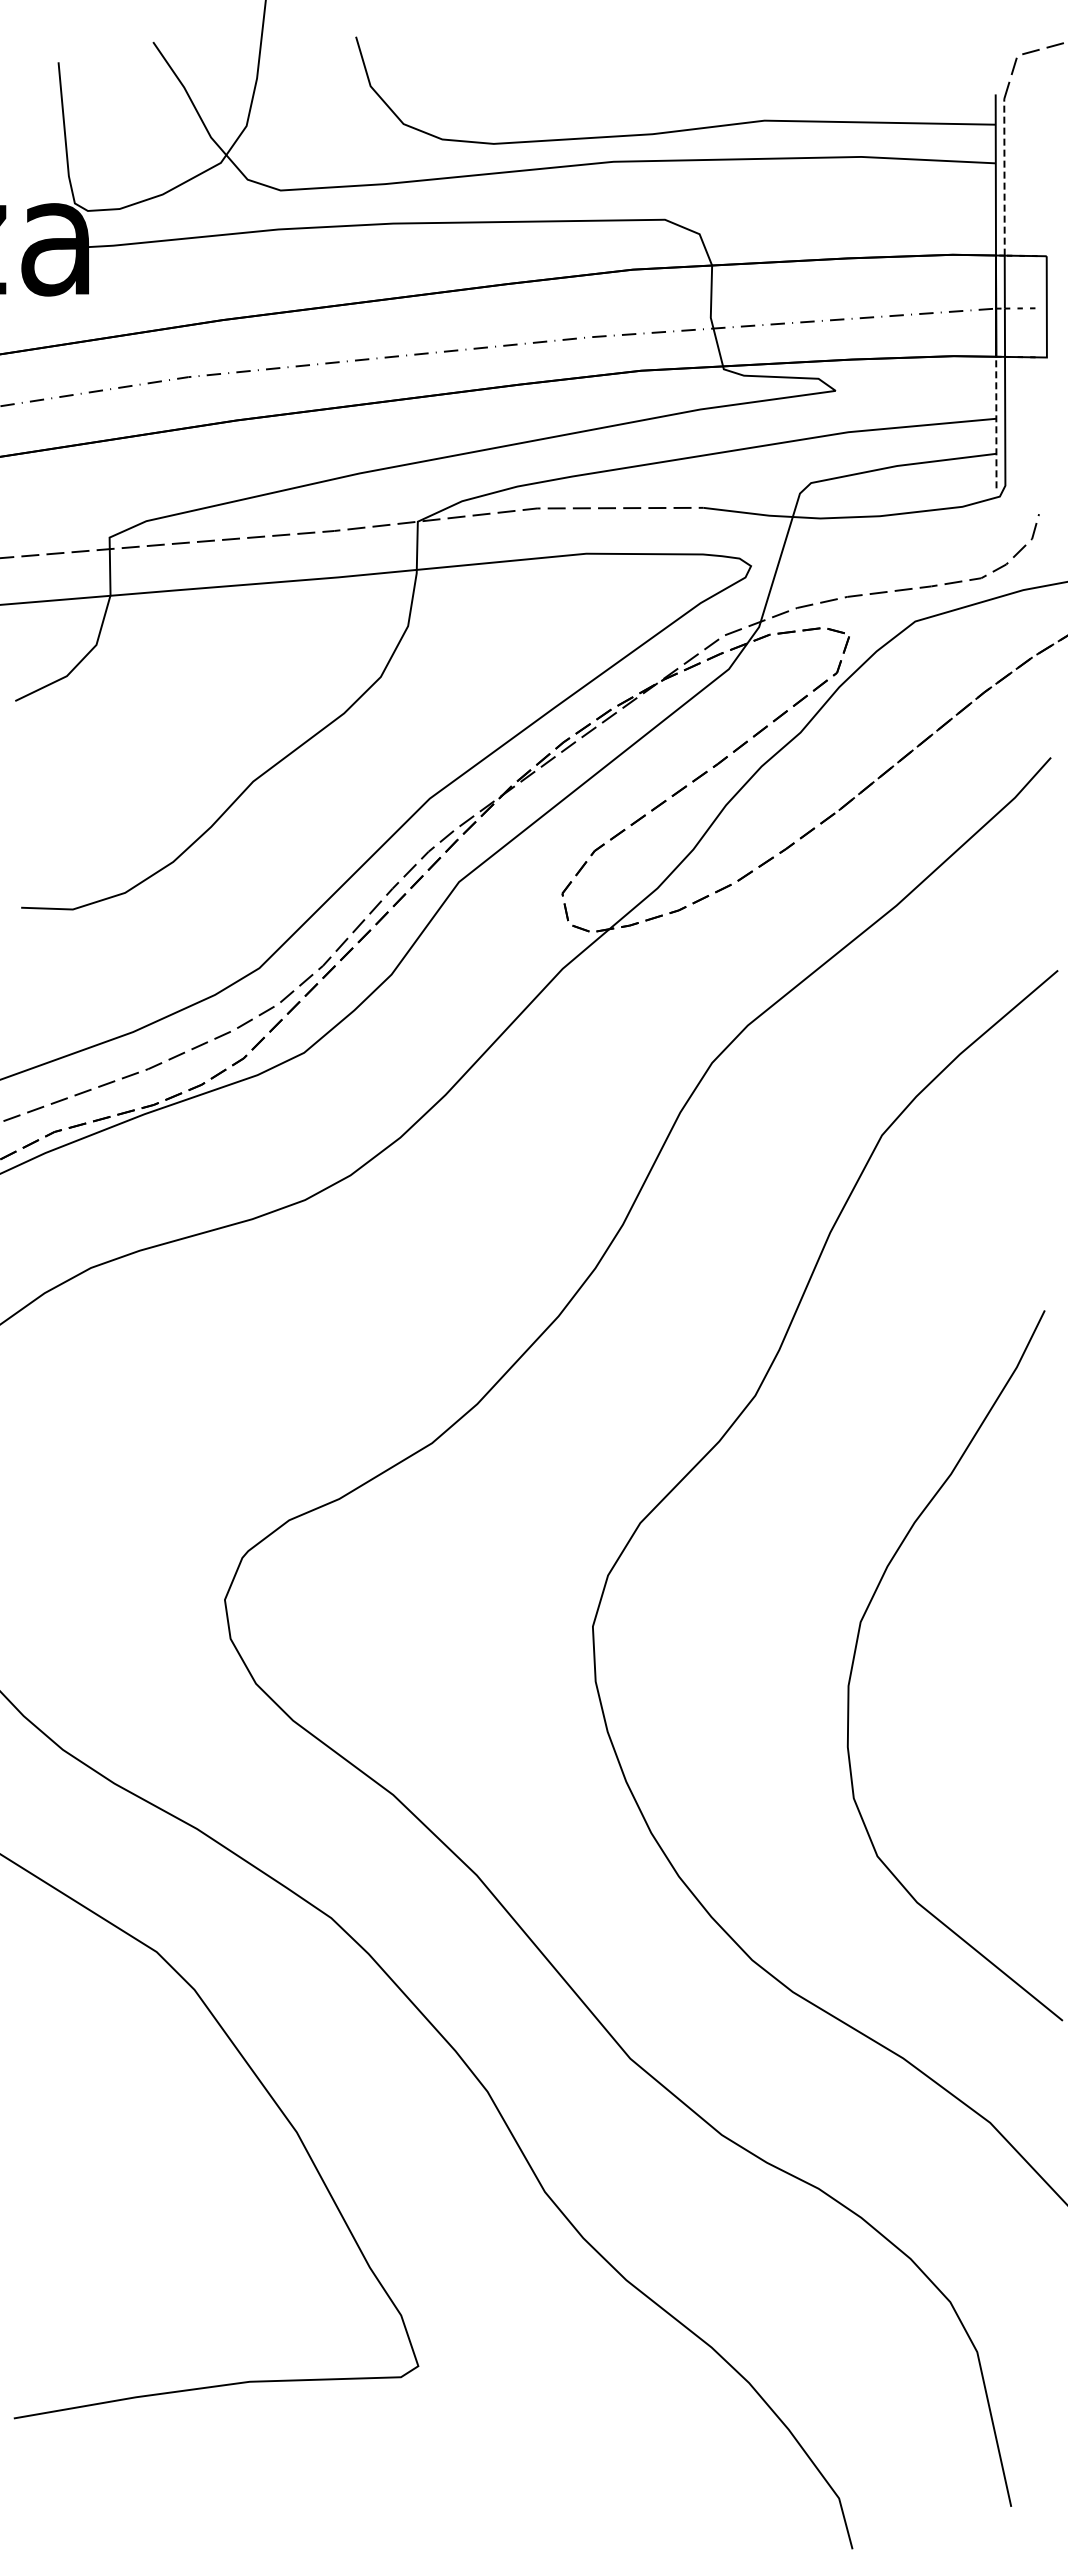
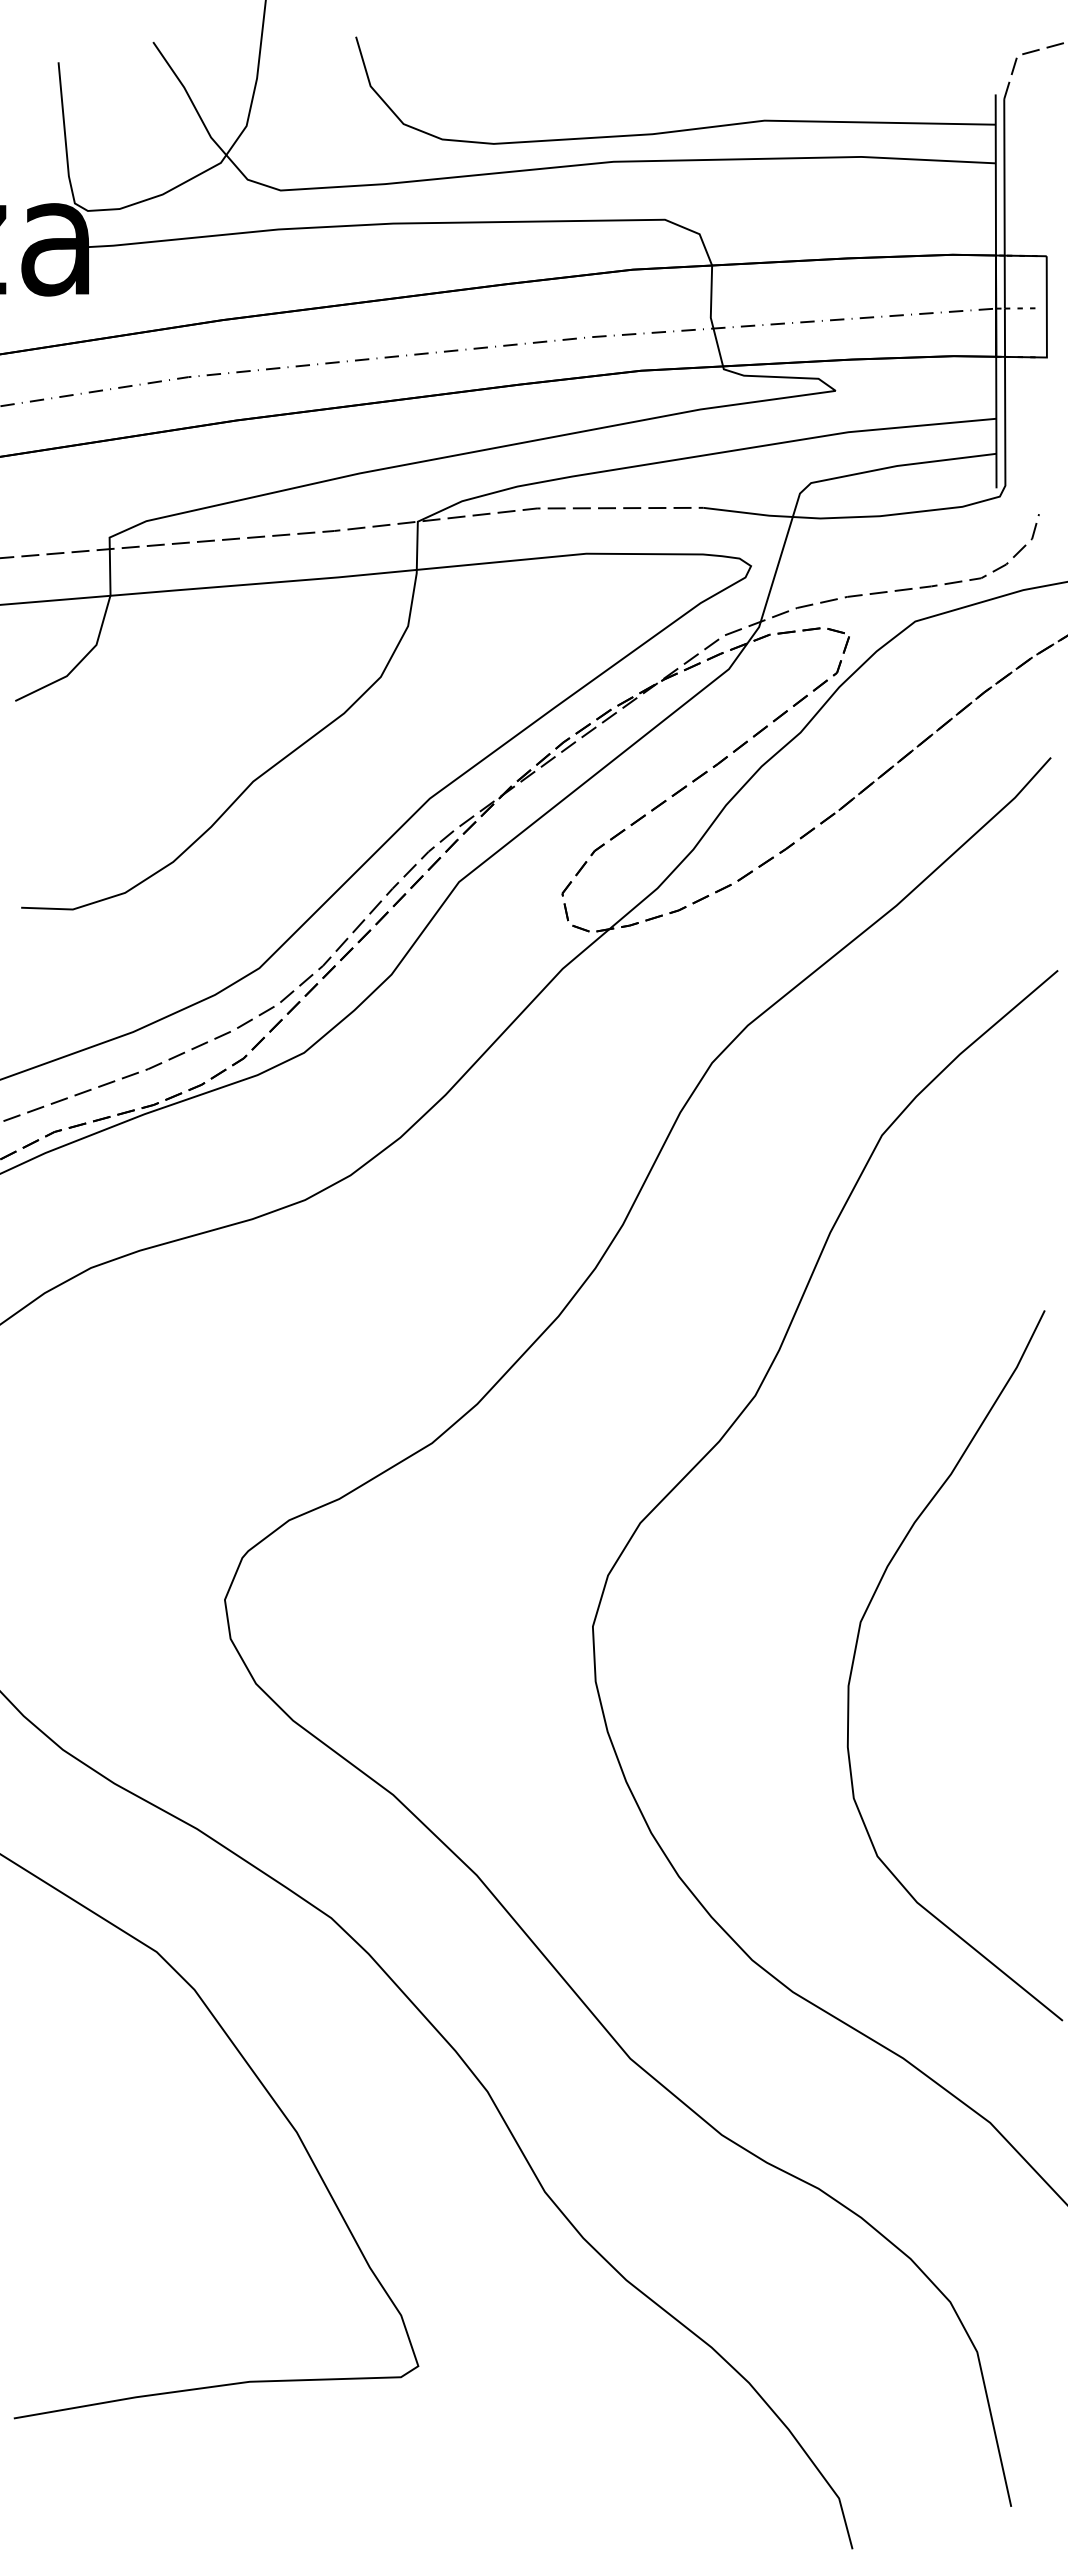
line at (1004, 176): dashed -> solid
line at (996, 422): dashed -> solid
